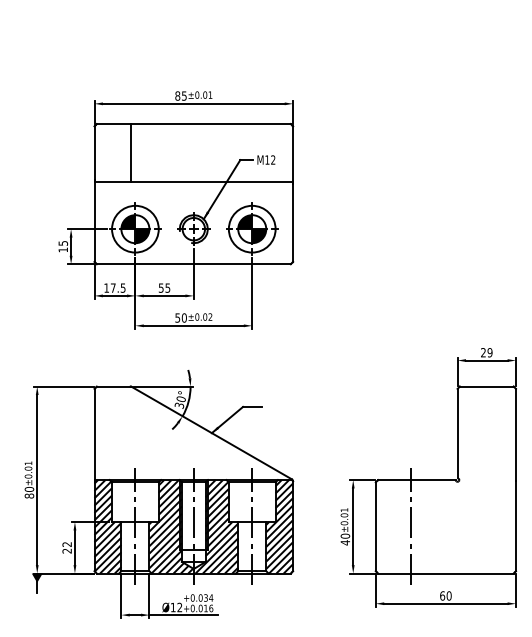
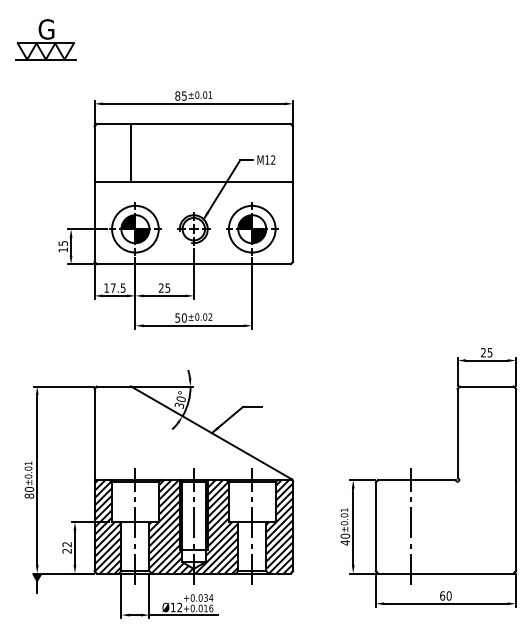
part at (45, 39): none -> present
text at (160, 287): 55 -> 25
text at (489, 352): 29 -> 25
